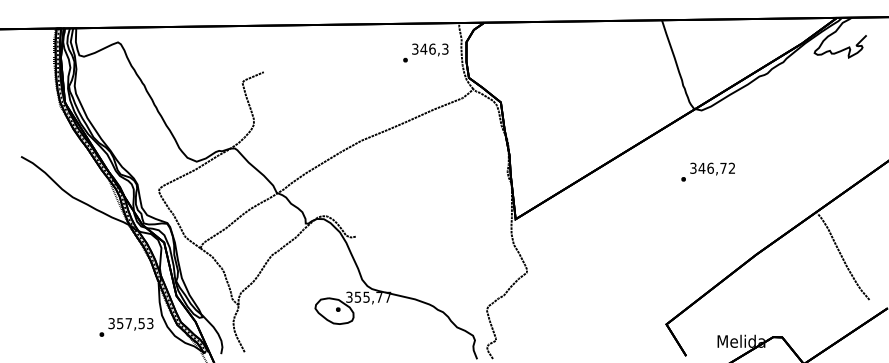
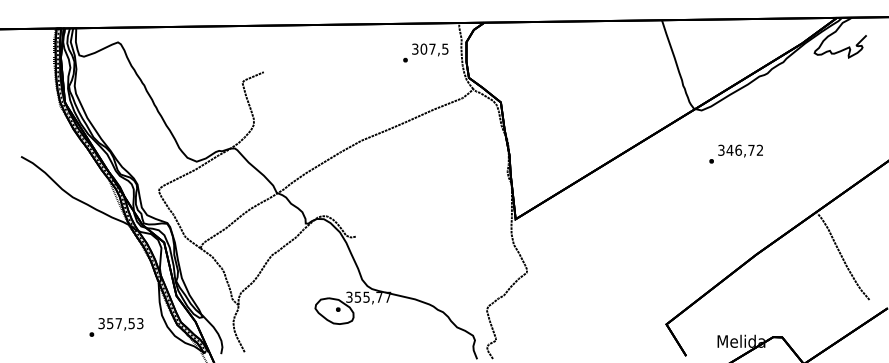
text at (434, 48): 346,3 -> 307,5
text at (707, 171) position: (707, 171) -> (735, 153)
text at (126, 327) position: (126, 327) -> (116, 327)
